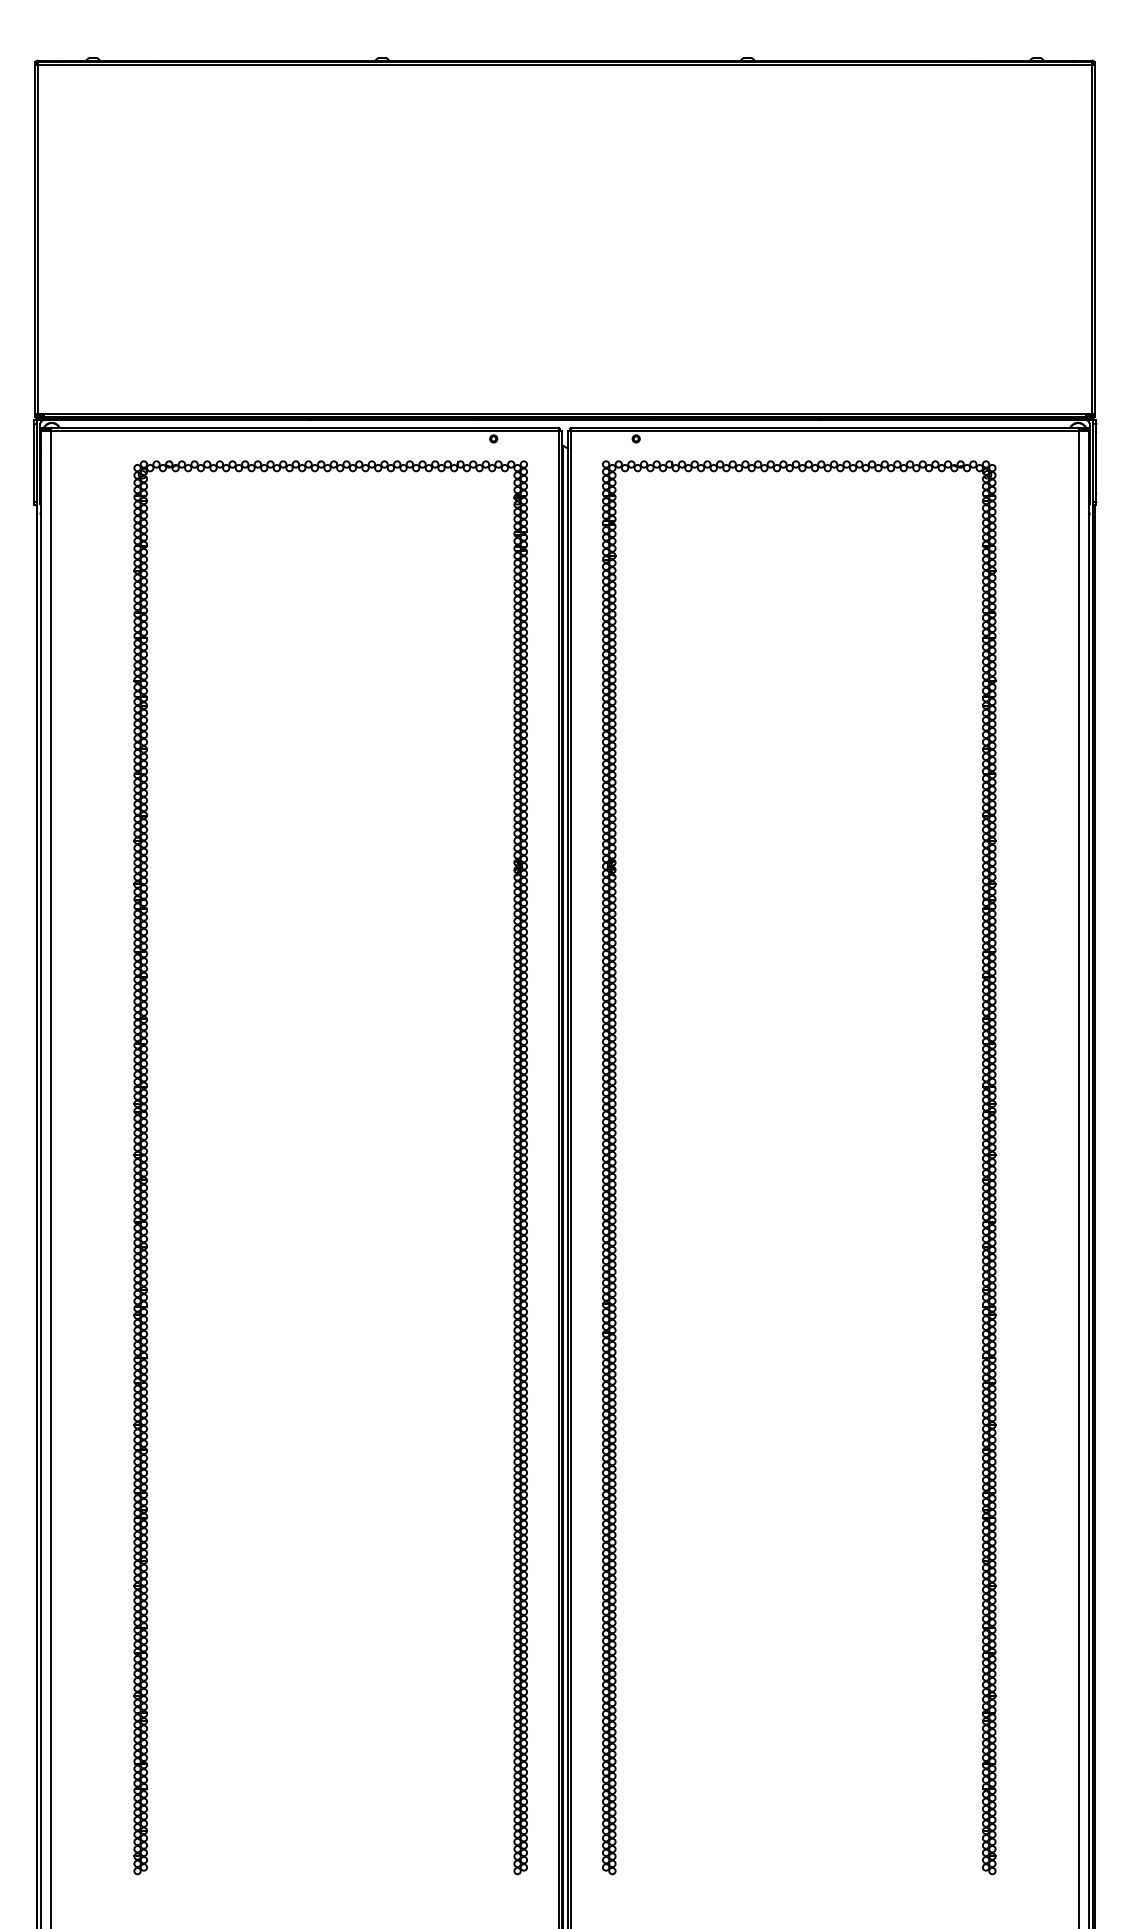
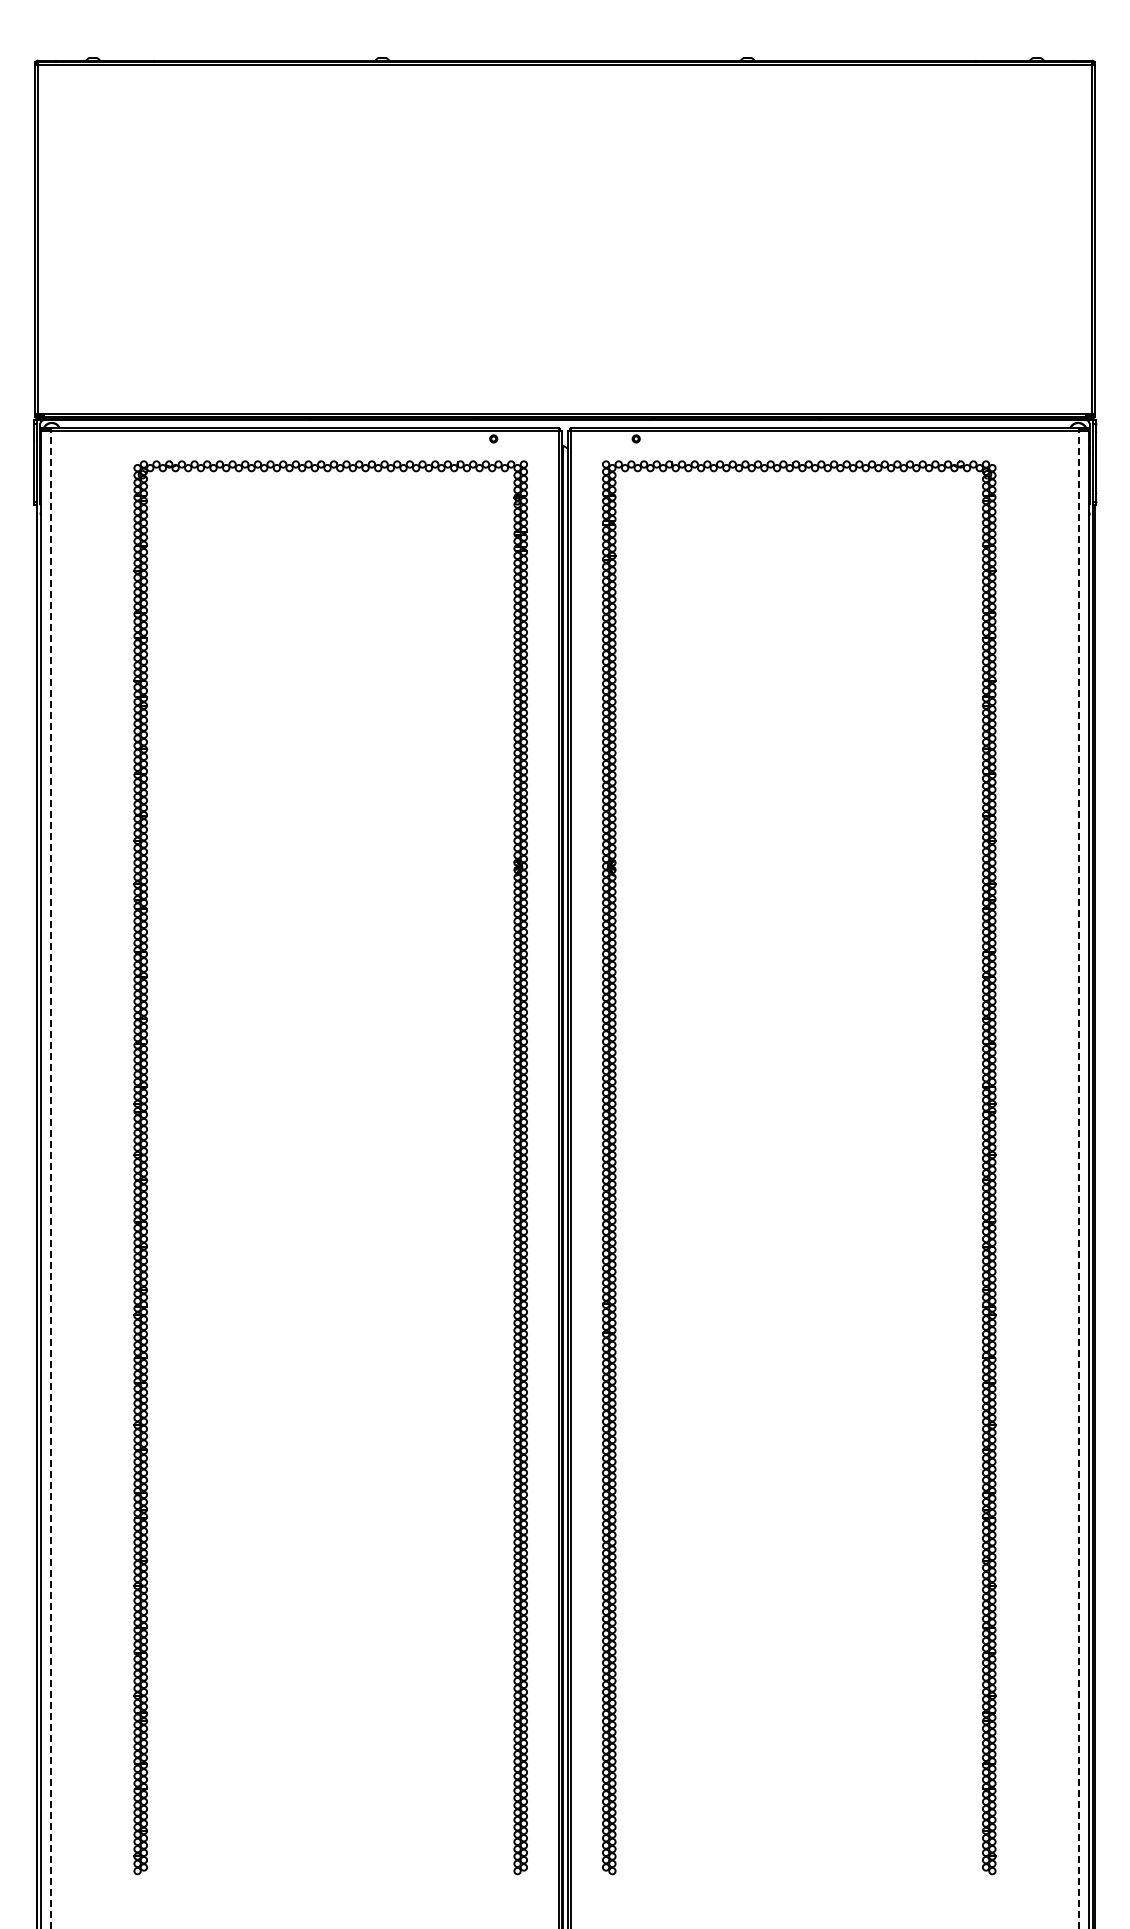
line at (51, 1179): solid -> dashed
line at (1078, 1179): solid -> dashed
